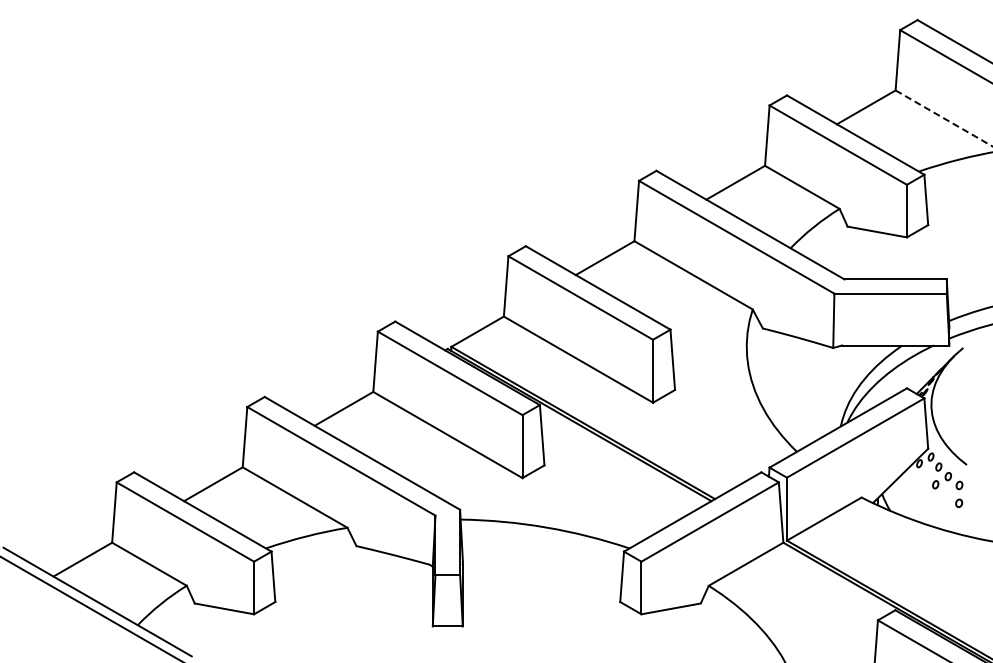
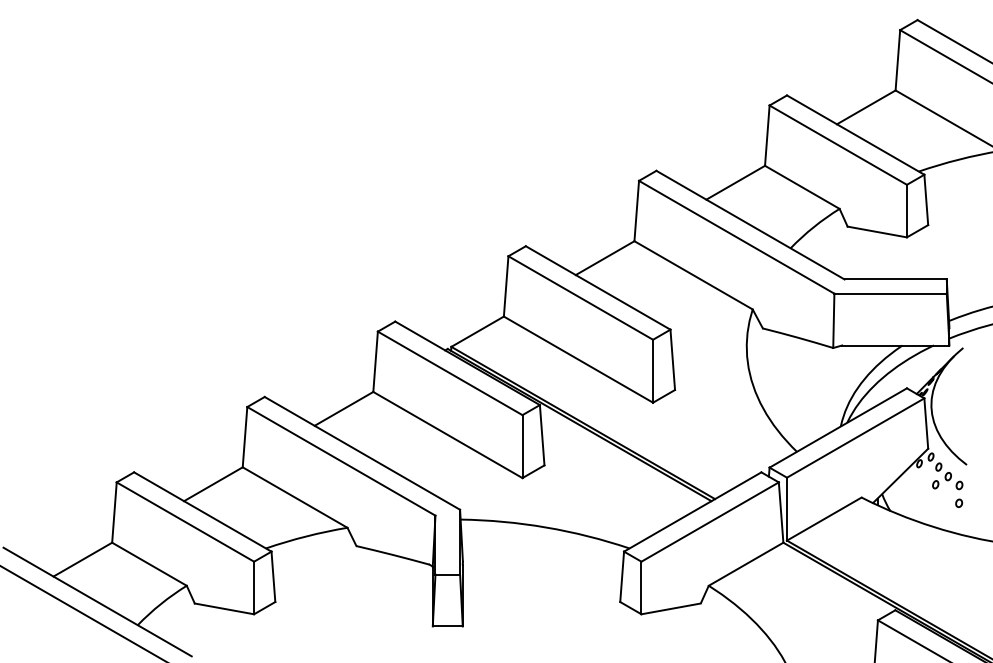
line at (944, 118): dashed -> solid
line at (90, 608) position: (90, 608) -> (82, 613)
